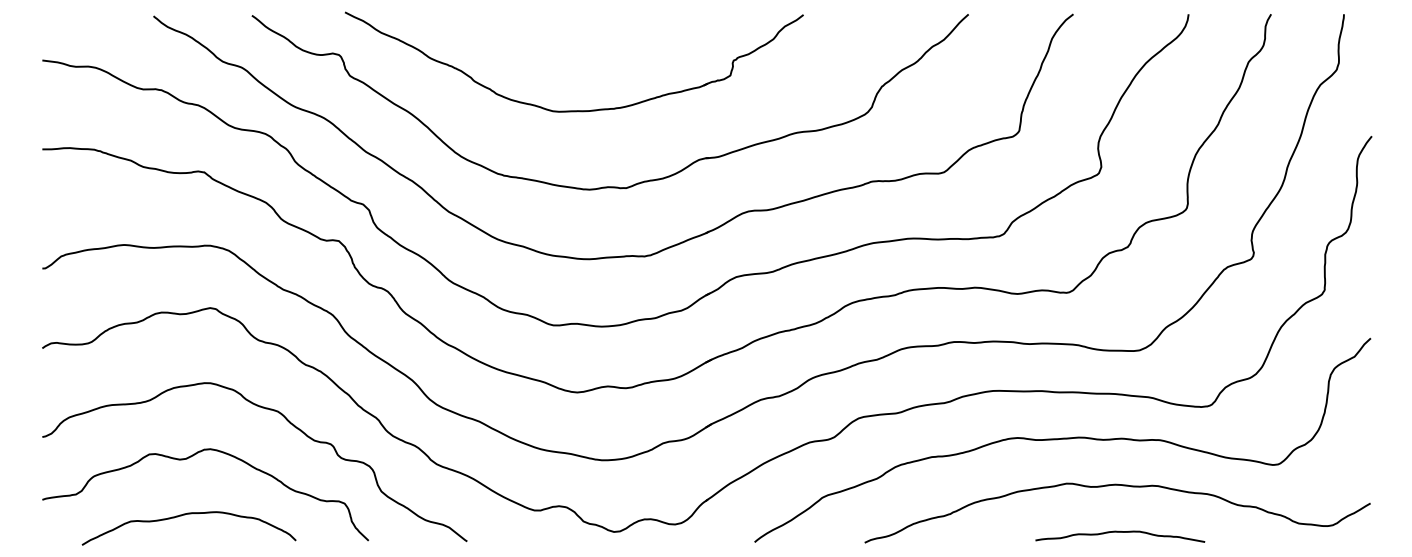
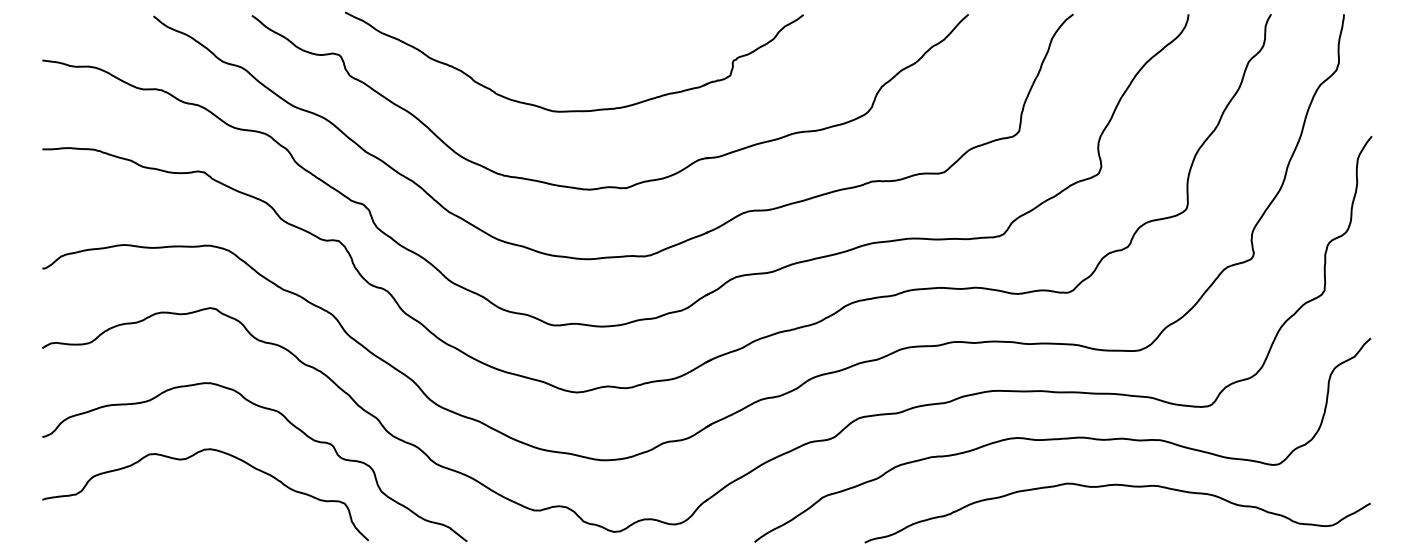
curve at (185, 515): present -> none
curve at (1120, 532): present -> none
